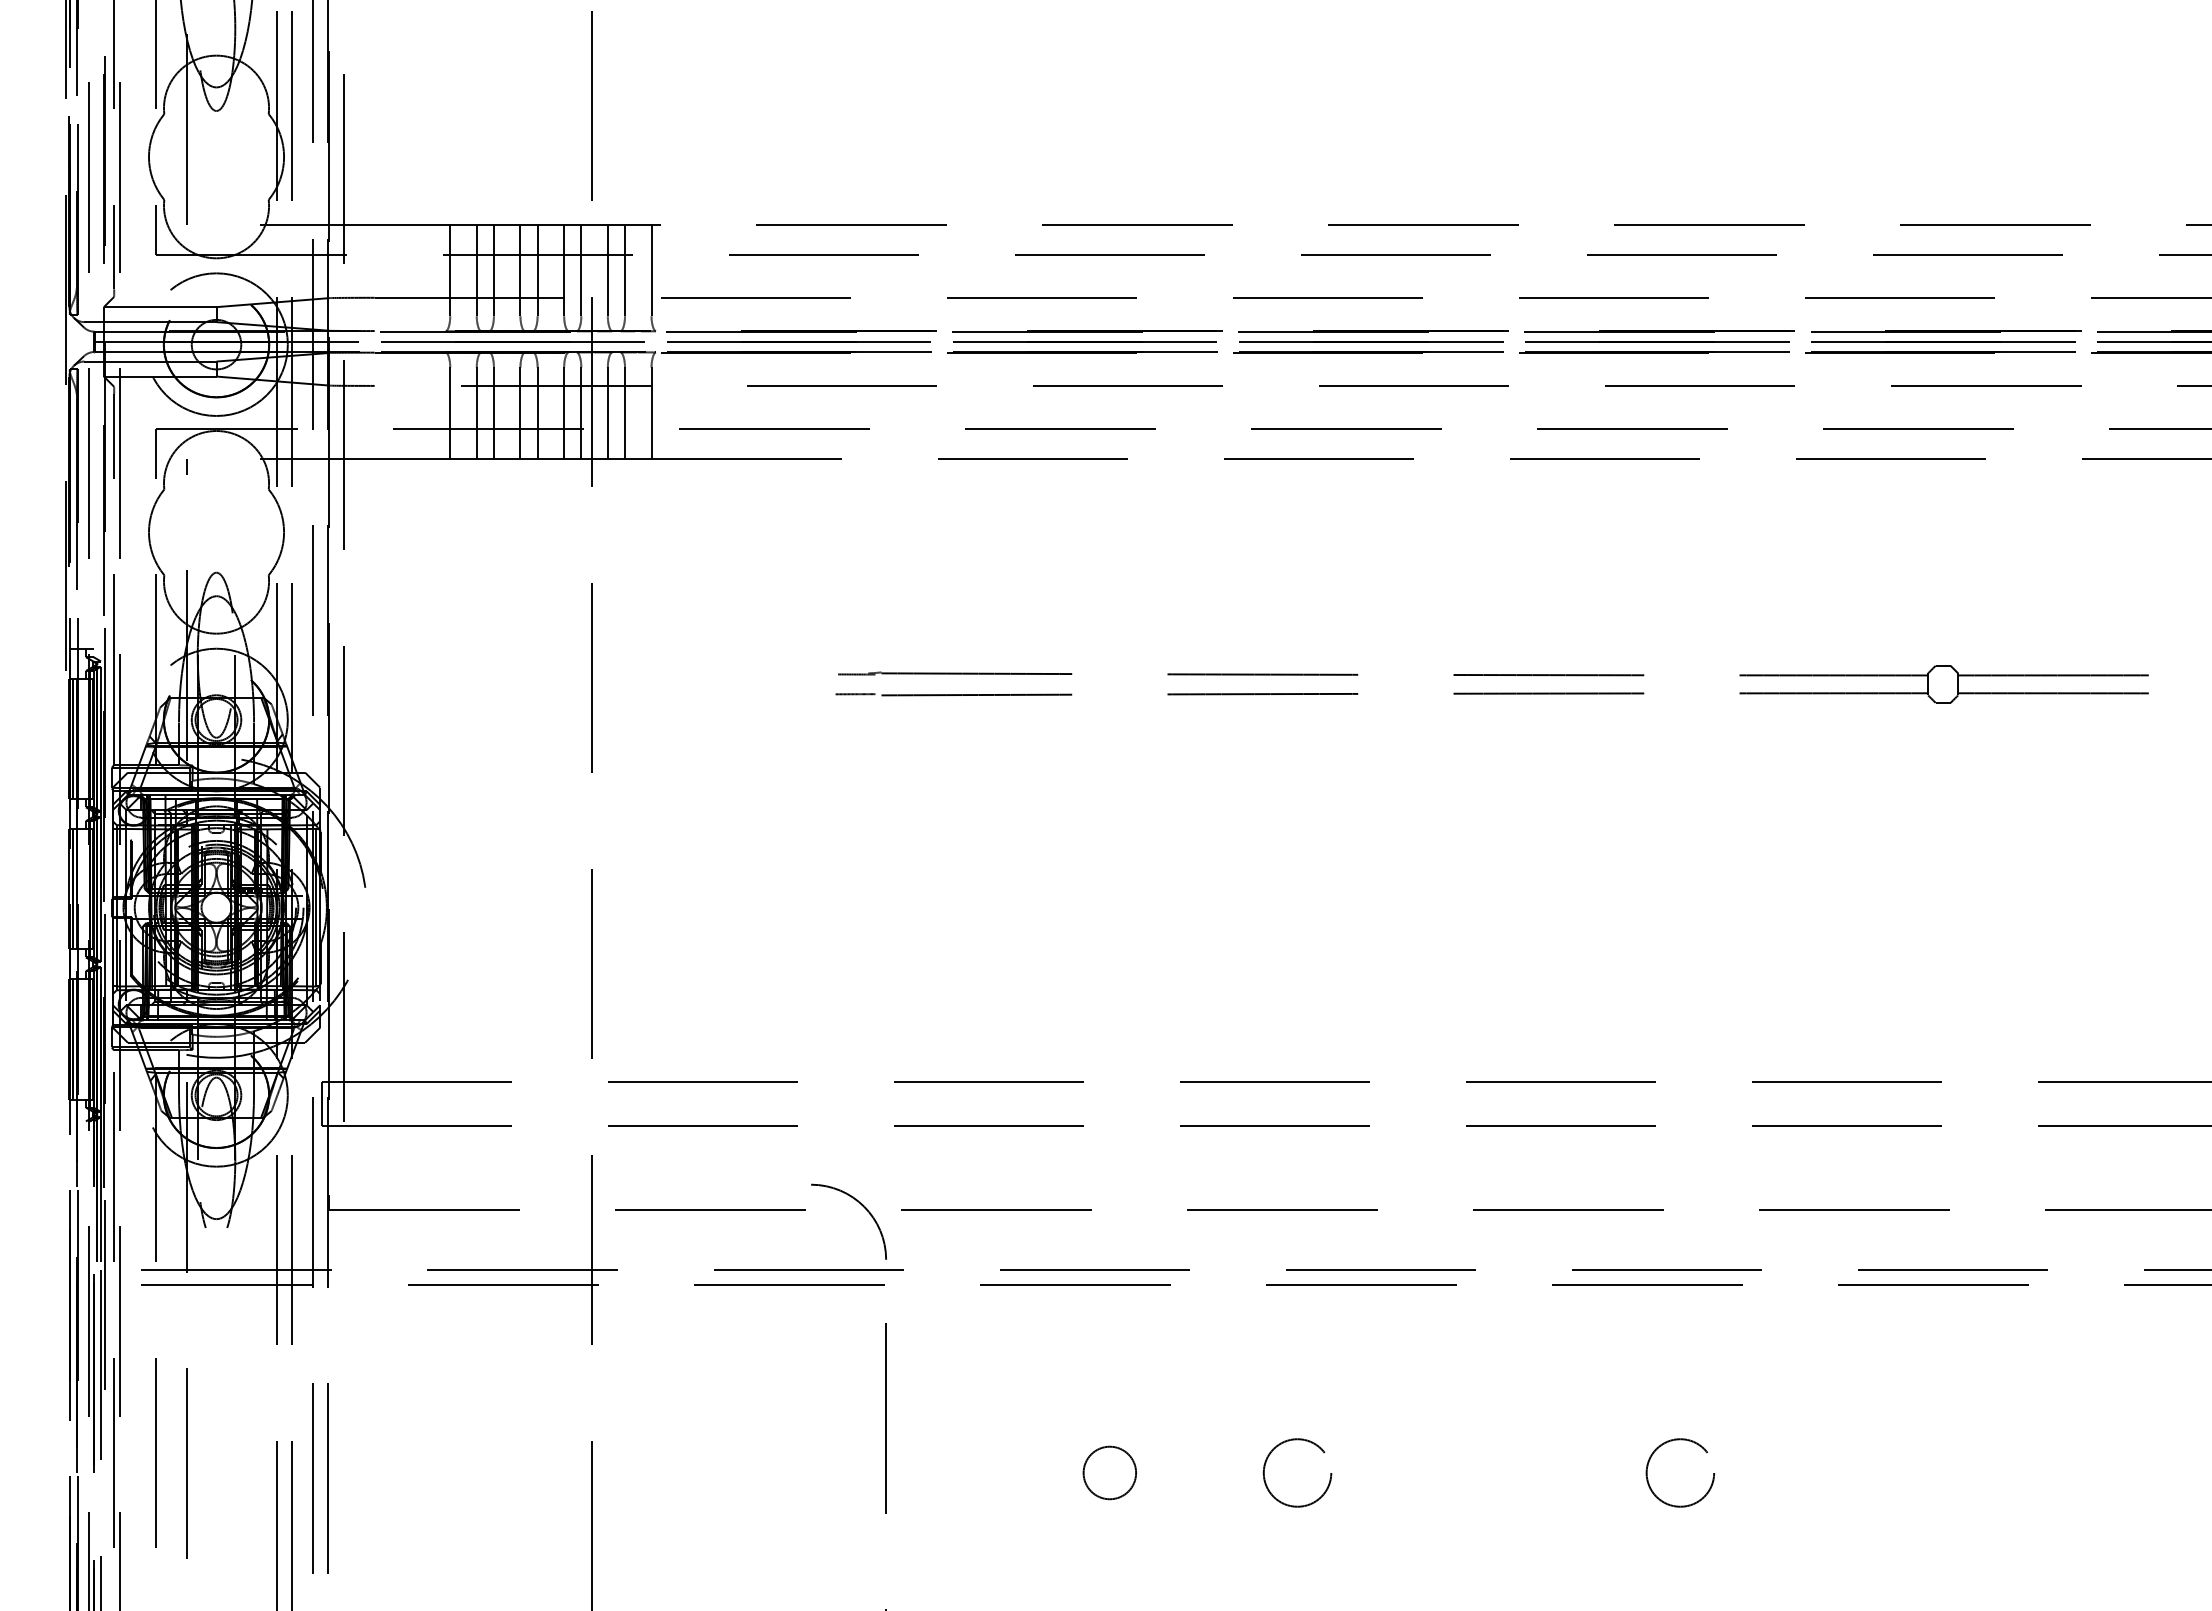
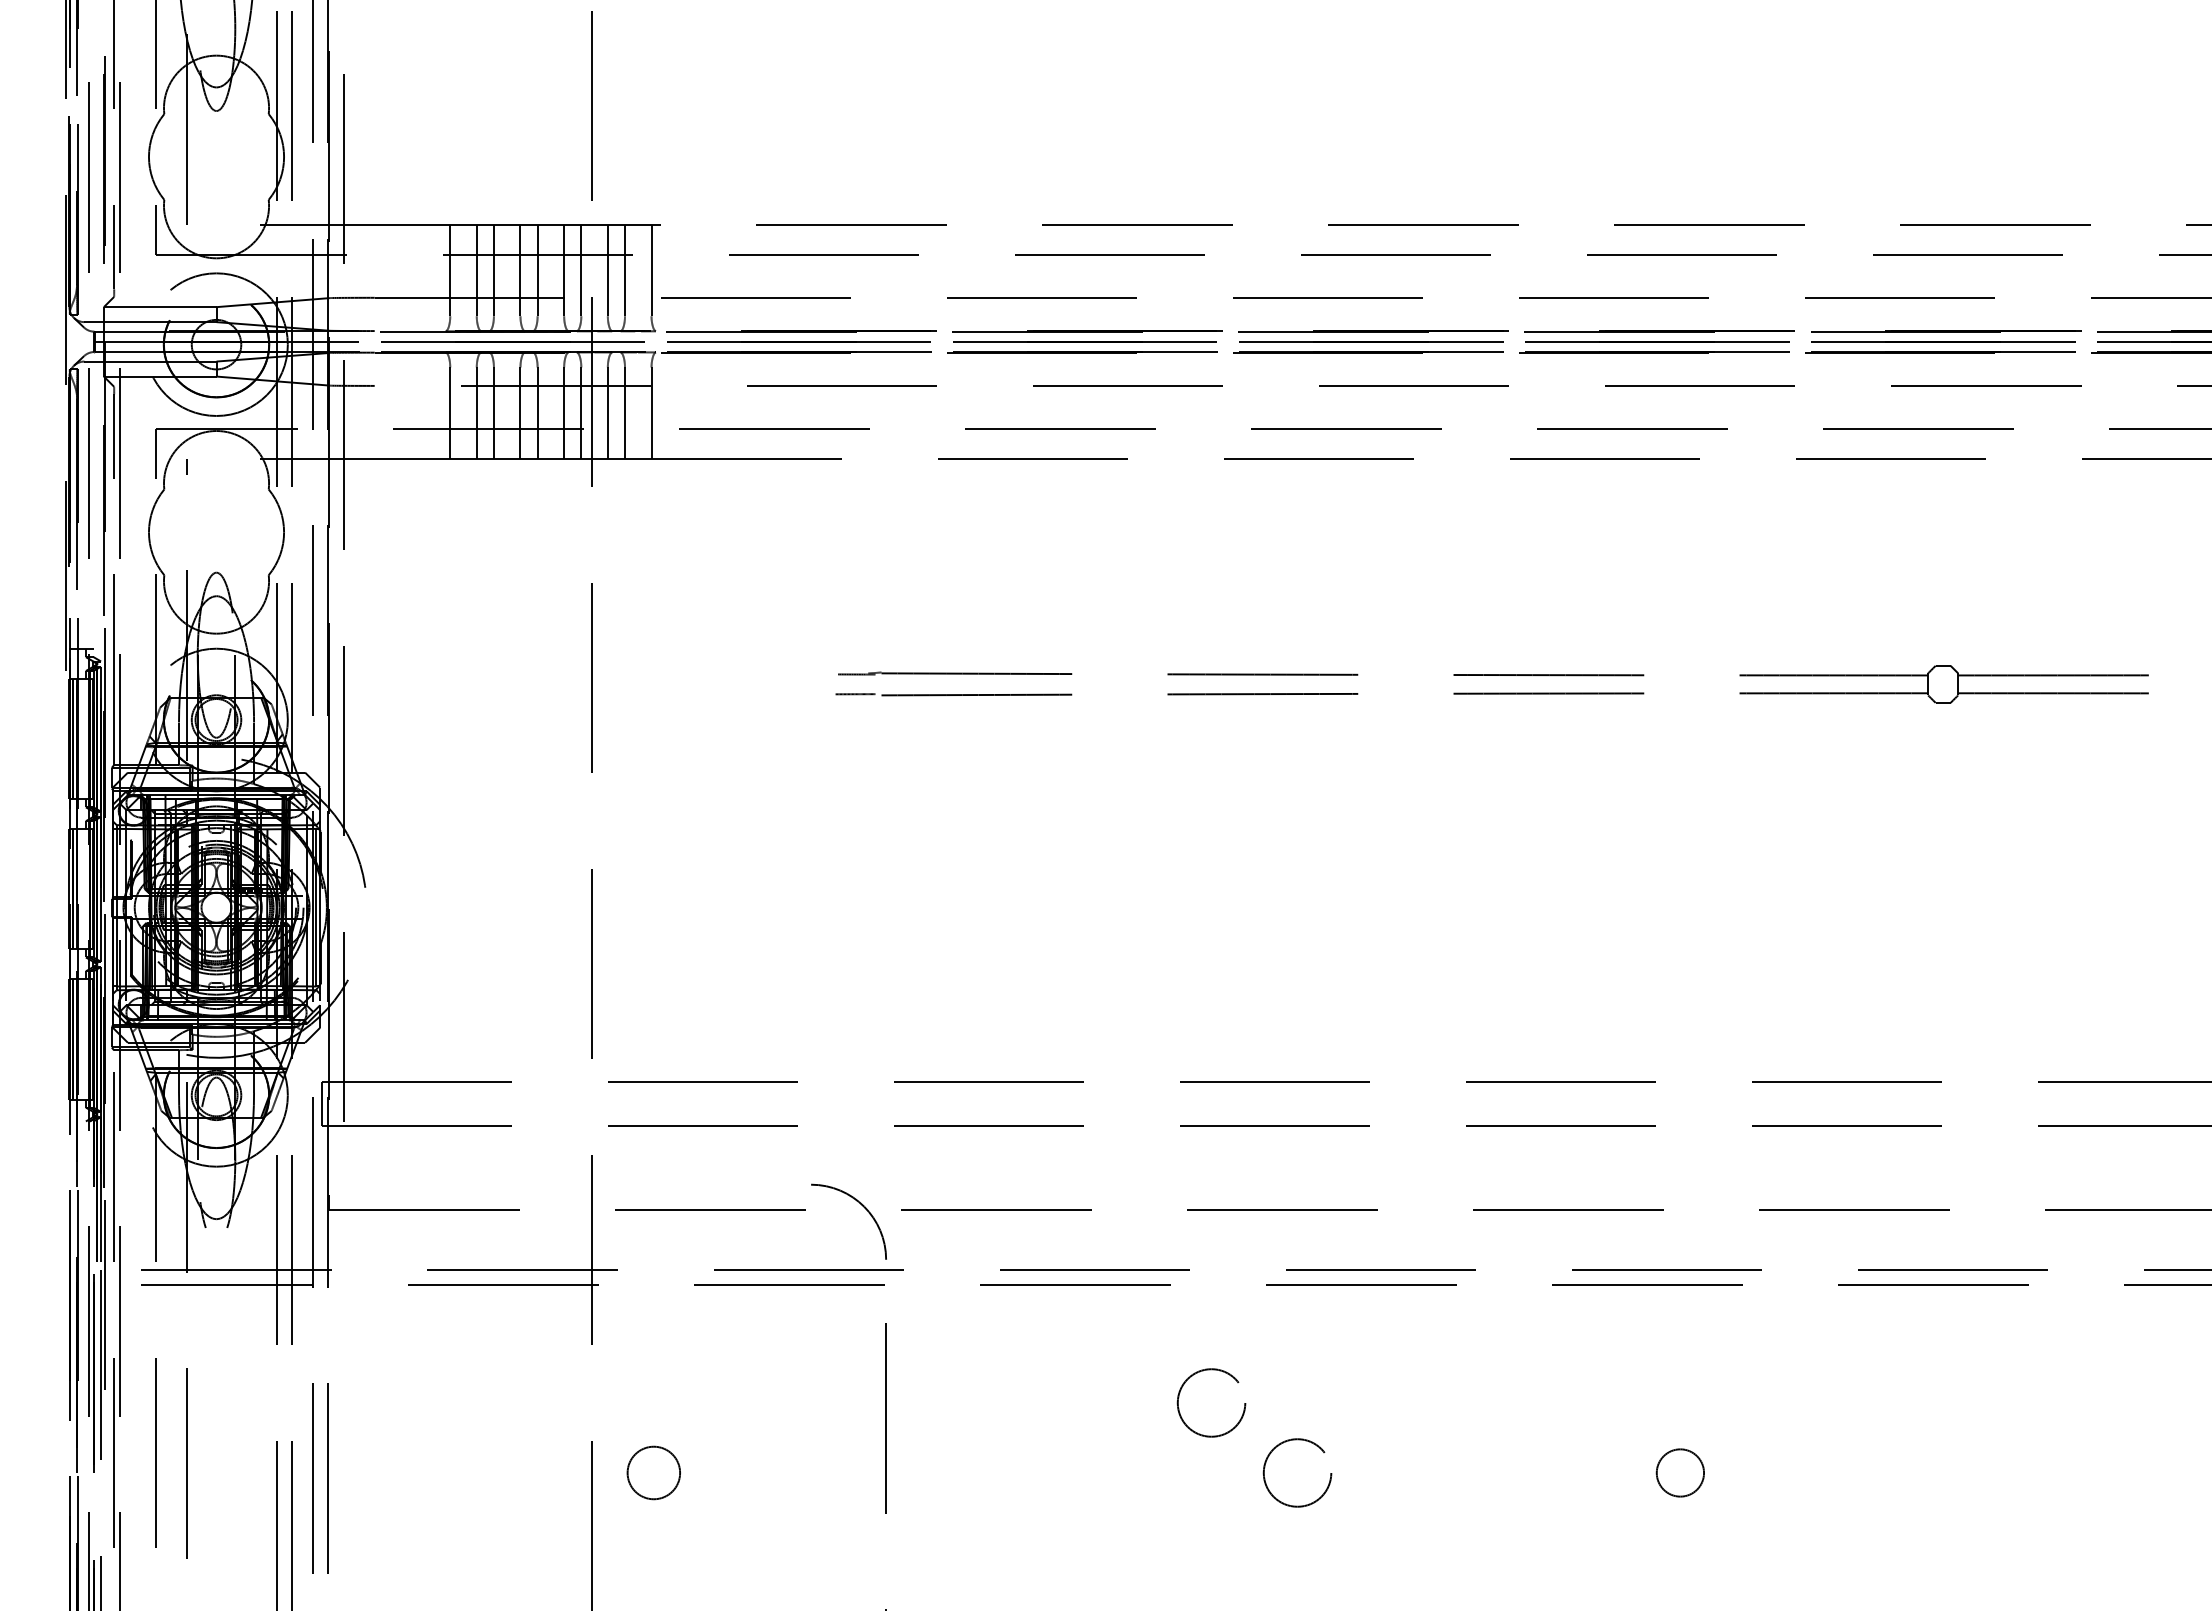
circle at (1211, 1402): none -> present
circle at (1109, 1472) position: (1109, 1472) -> (653, 1472)
circle at (1680, 1472) diameter: 68 px -> 47 px
